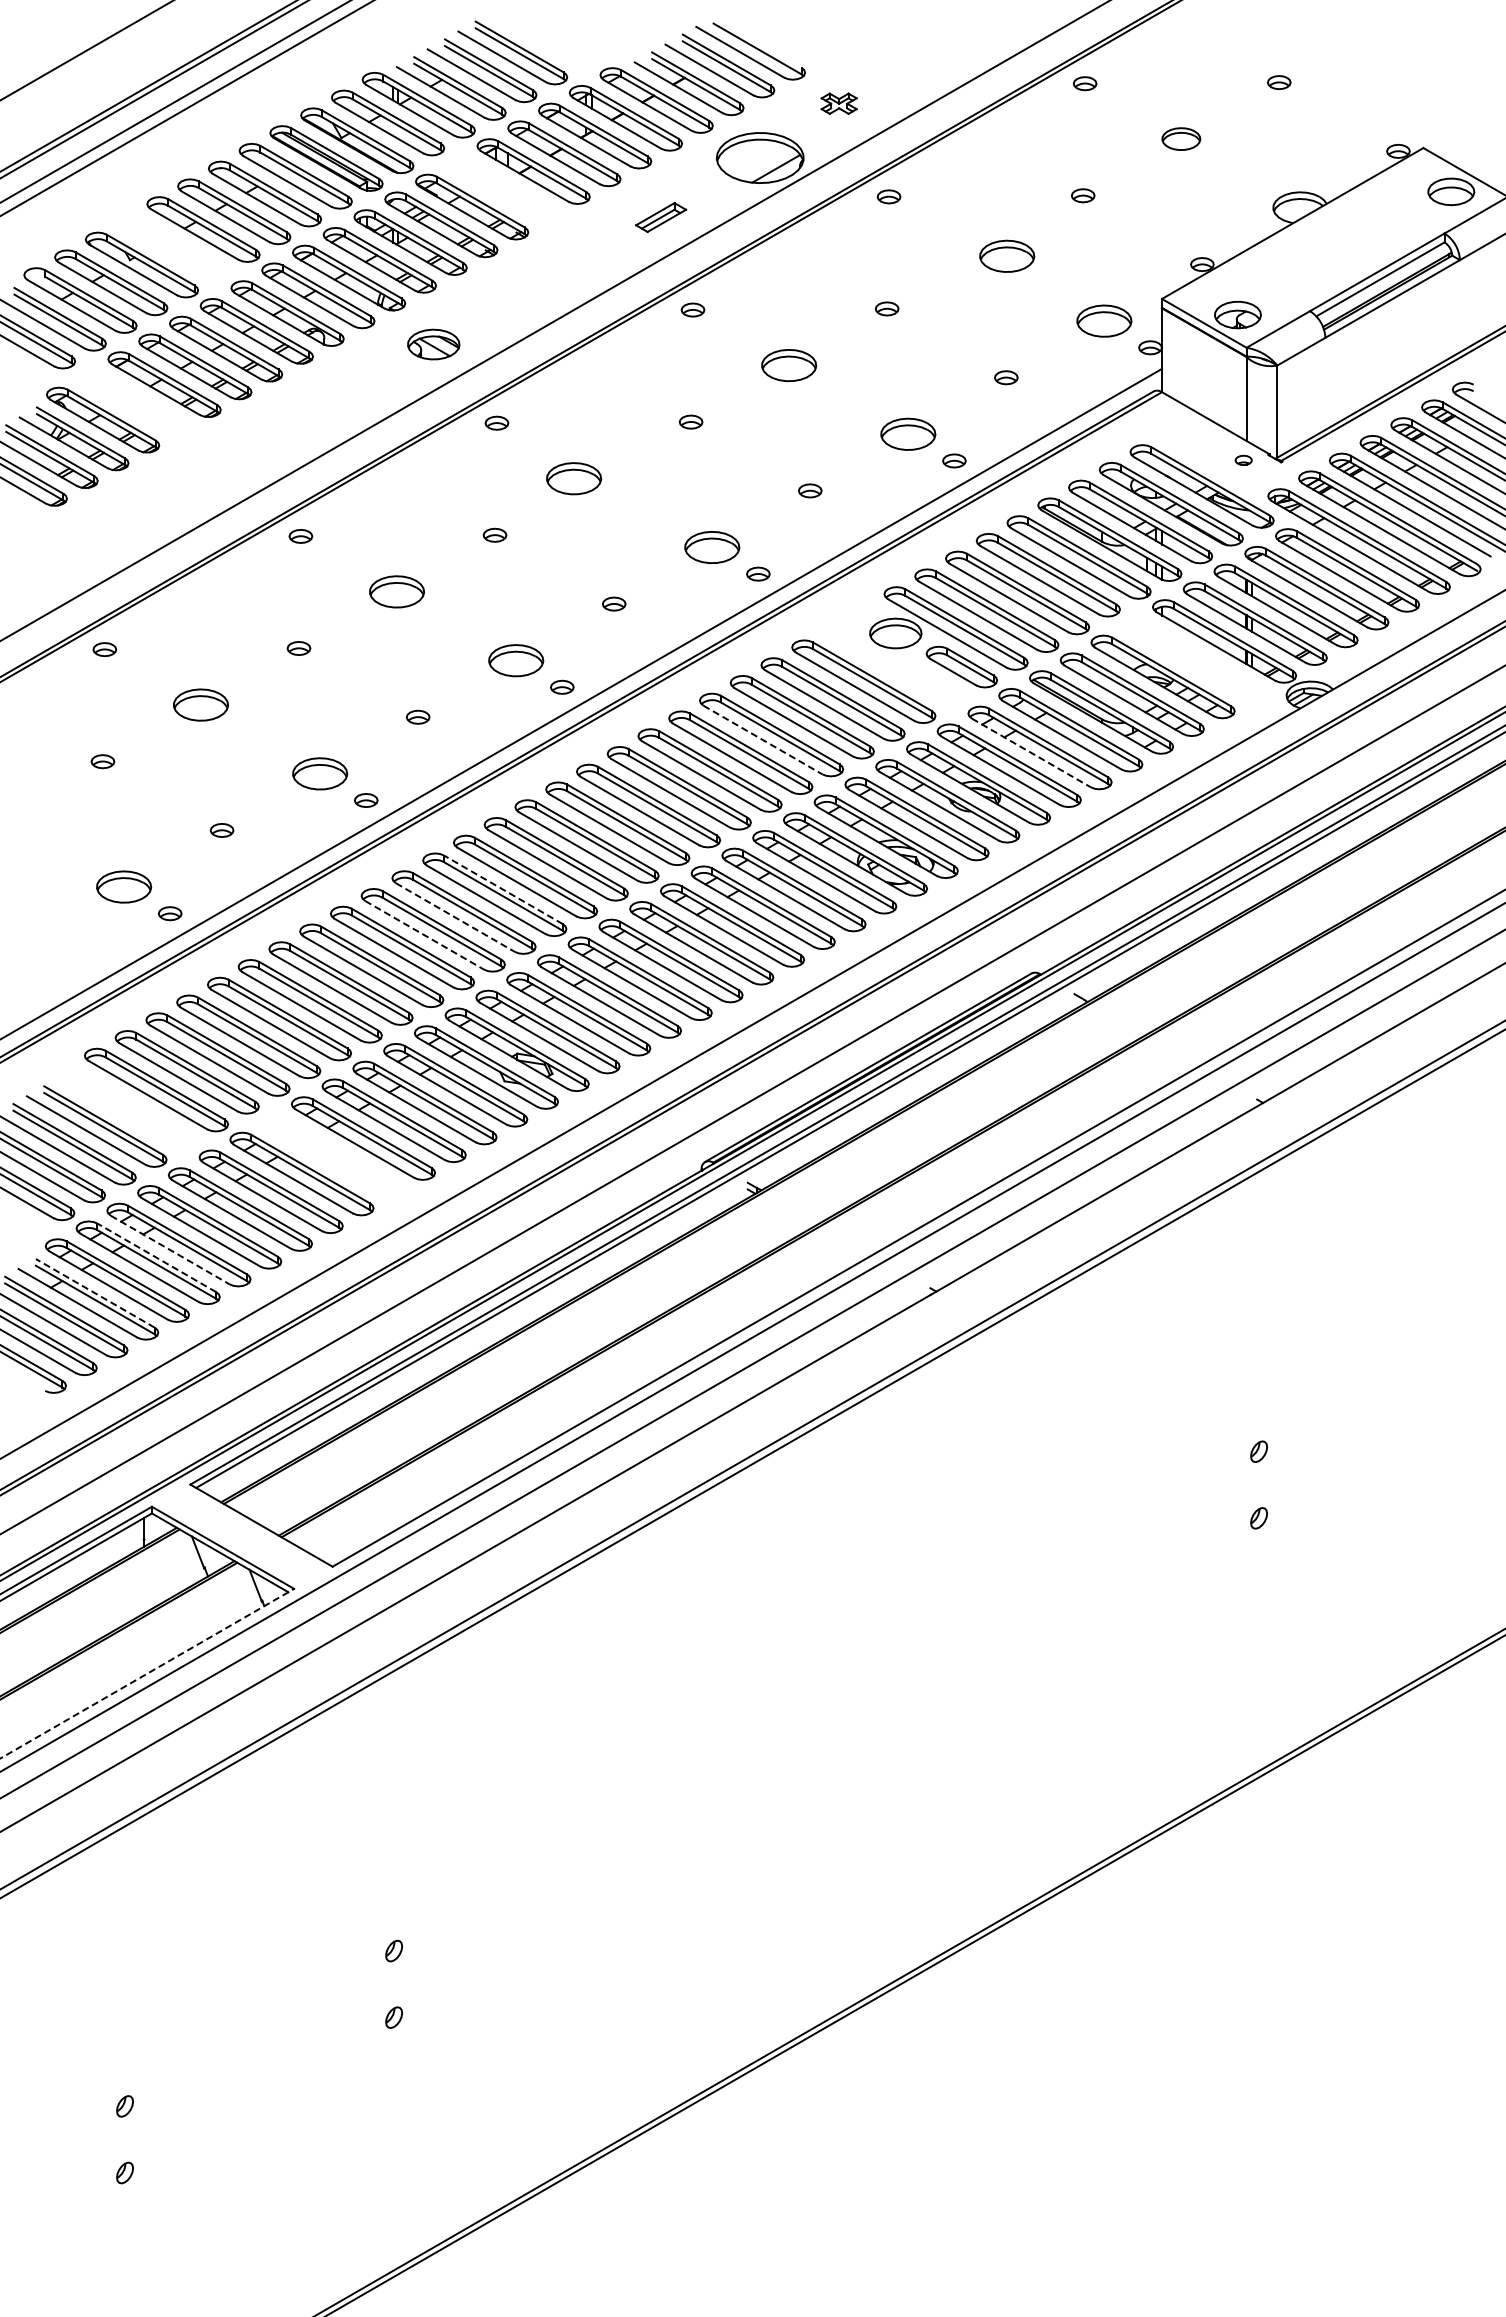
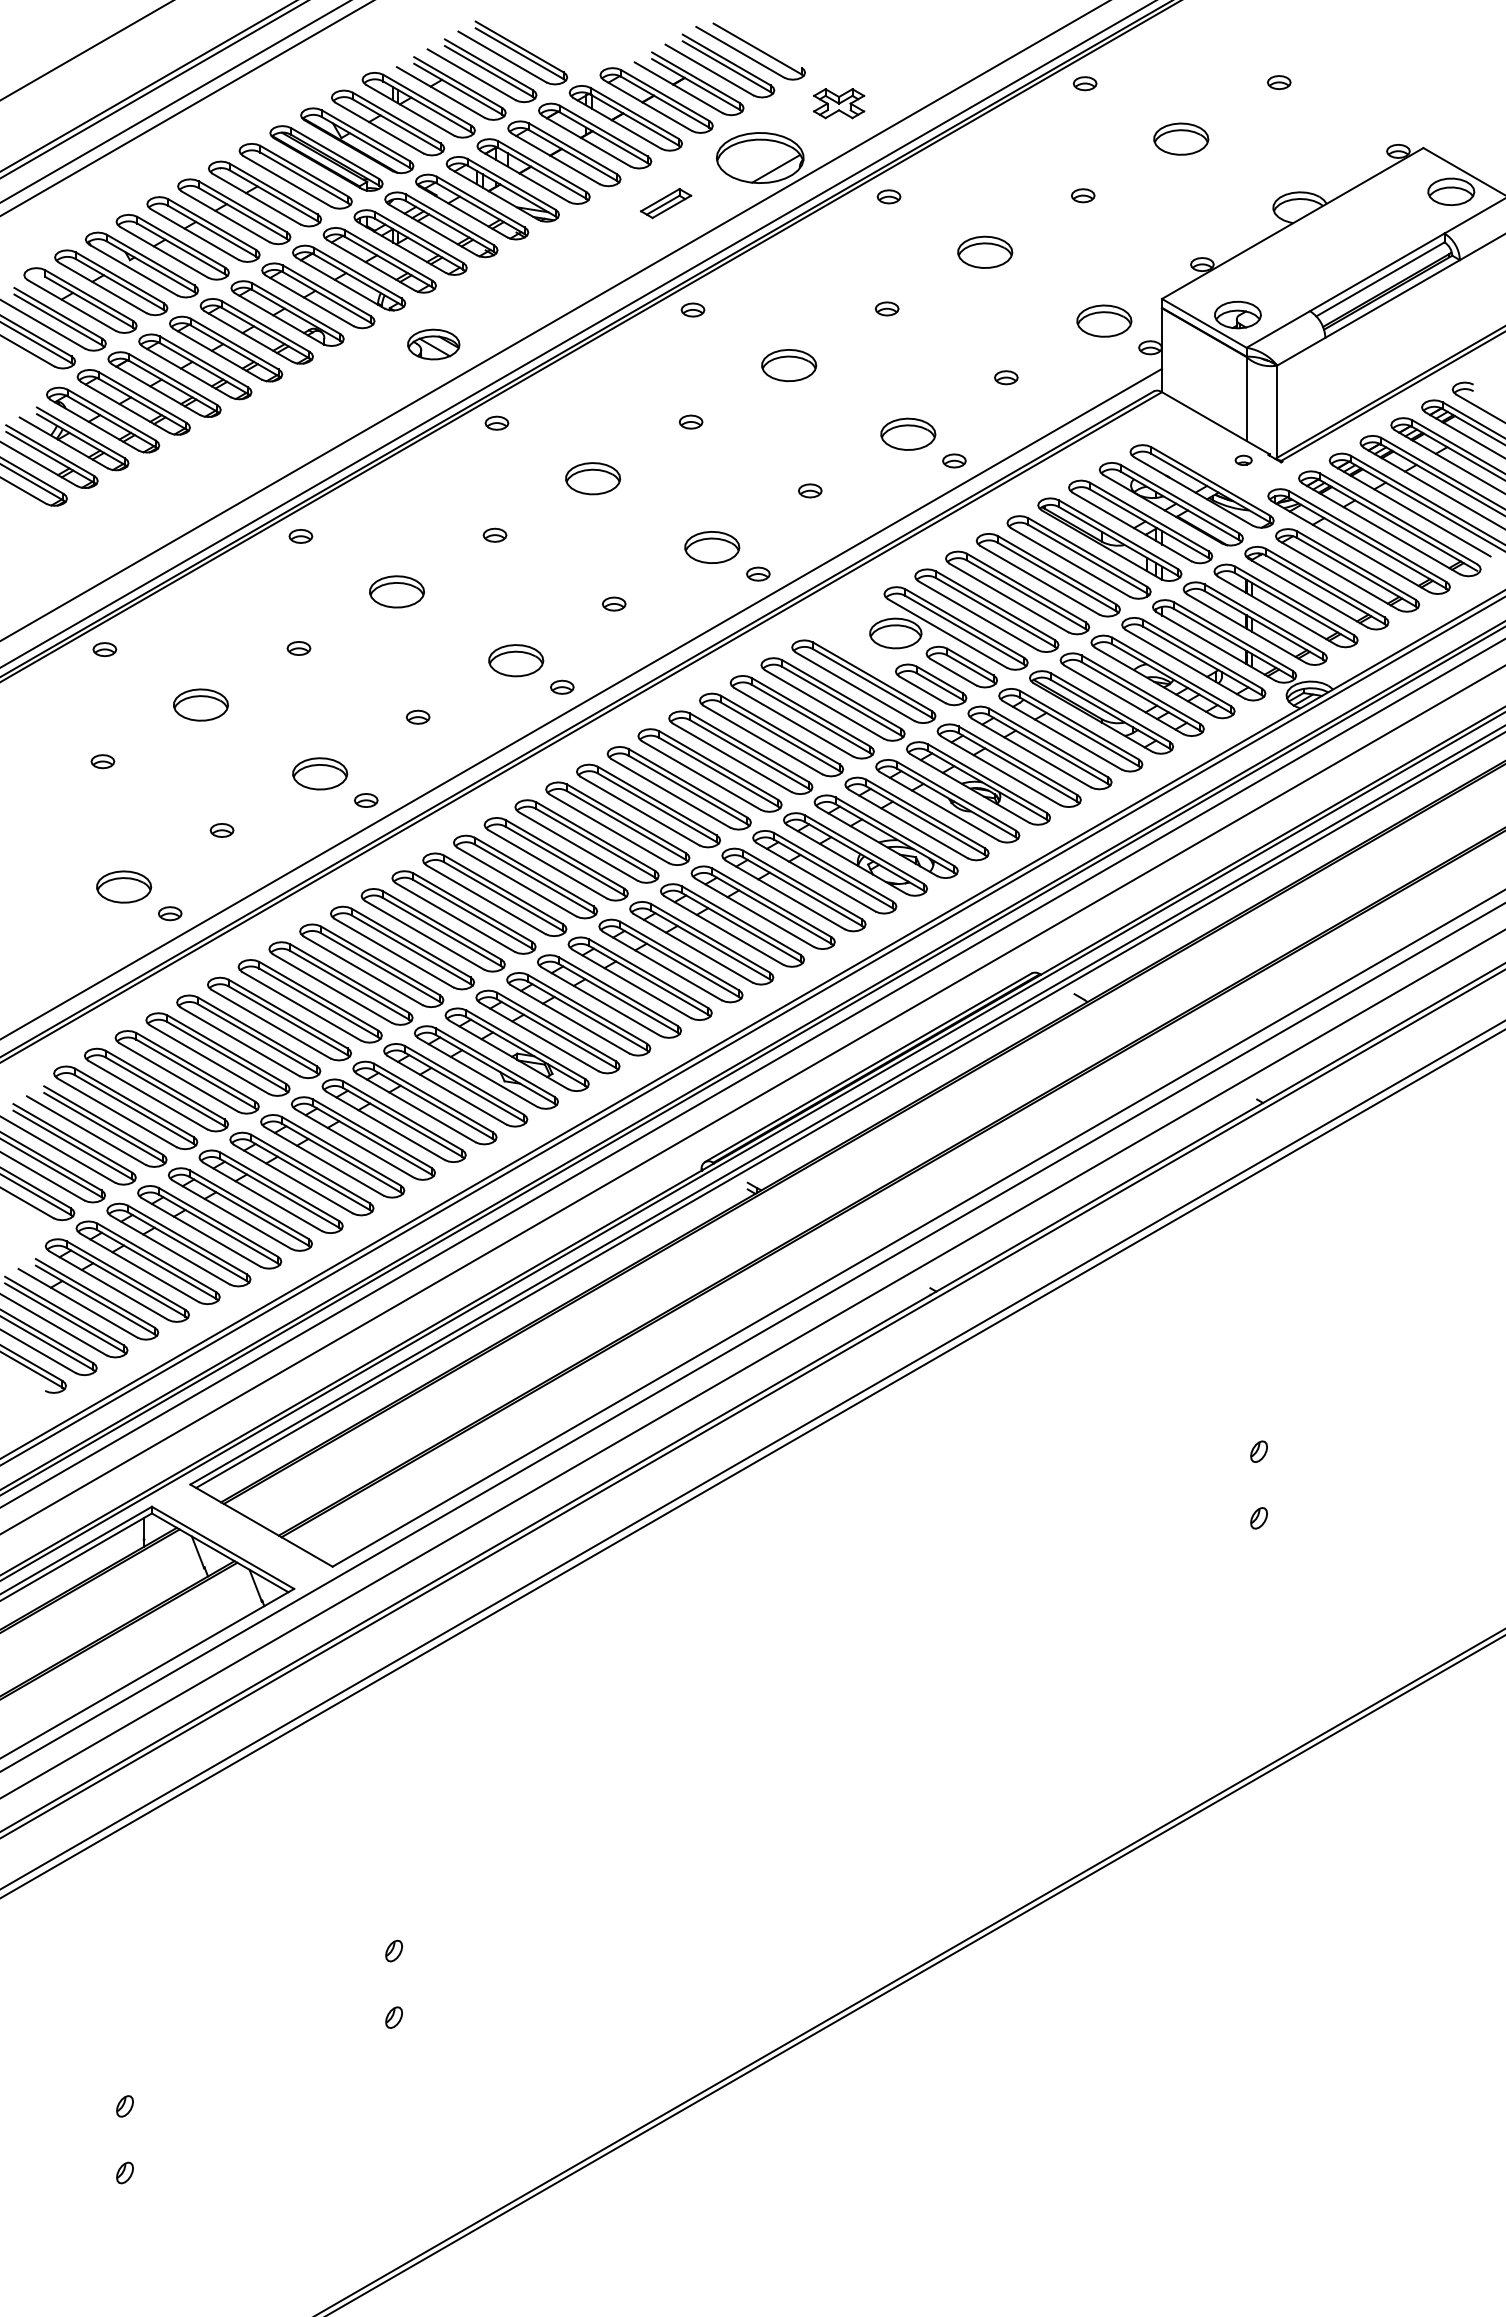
part at (838, 103) size: 38x23 px -> 53x32 px
part at (1181, 138) size: 41x24 px -> 57x34 px
part at (502, 189): none -> present
part at (661, 217) position: (661, 217) -> (666, 203)
part at (172, 247): none -> present
part at (1007, 255) position: (1007, 255) -> (985, 251)
line at (577, 334): none -> present
part at (133, 402): none -> present
part at (574, 478) position: (574, 478) -> (593, 478)
part at (1193, 659): none -> present
part at (931, 684): none -> present
line at (762, 740): dashed -> solid
line at (1031, 752): dashed -> solid
line at (503, 889): dashed -> solid
line at (455, 917): dashed -> solid
line at (424, 935): dashed -> solid
line at (752, 1031): none -> present
line at (752, 1073): none -> present
part at (125, 1107): none -> present
part at (332, 1156): none -> present
line at (170, 1250): dashed -> solid
line at (156, 1257): dashed -> solid
line at (95, 1293): dashed -> solid
line at (752, 1404): none -> present
line at (147, 1673): dashed -> solid
